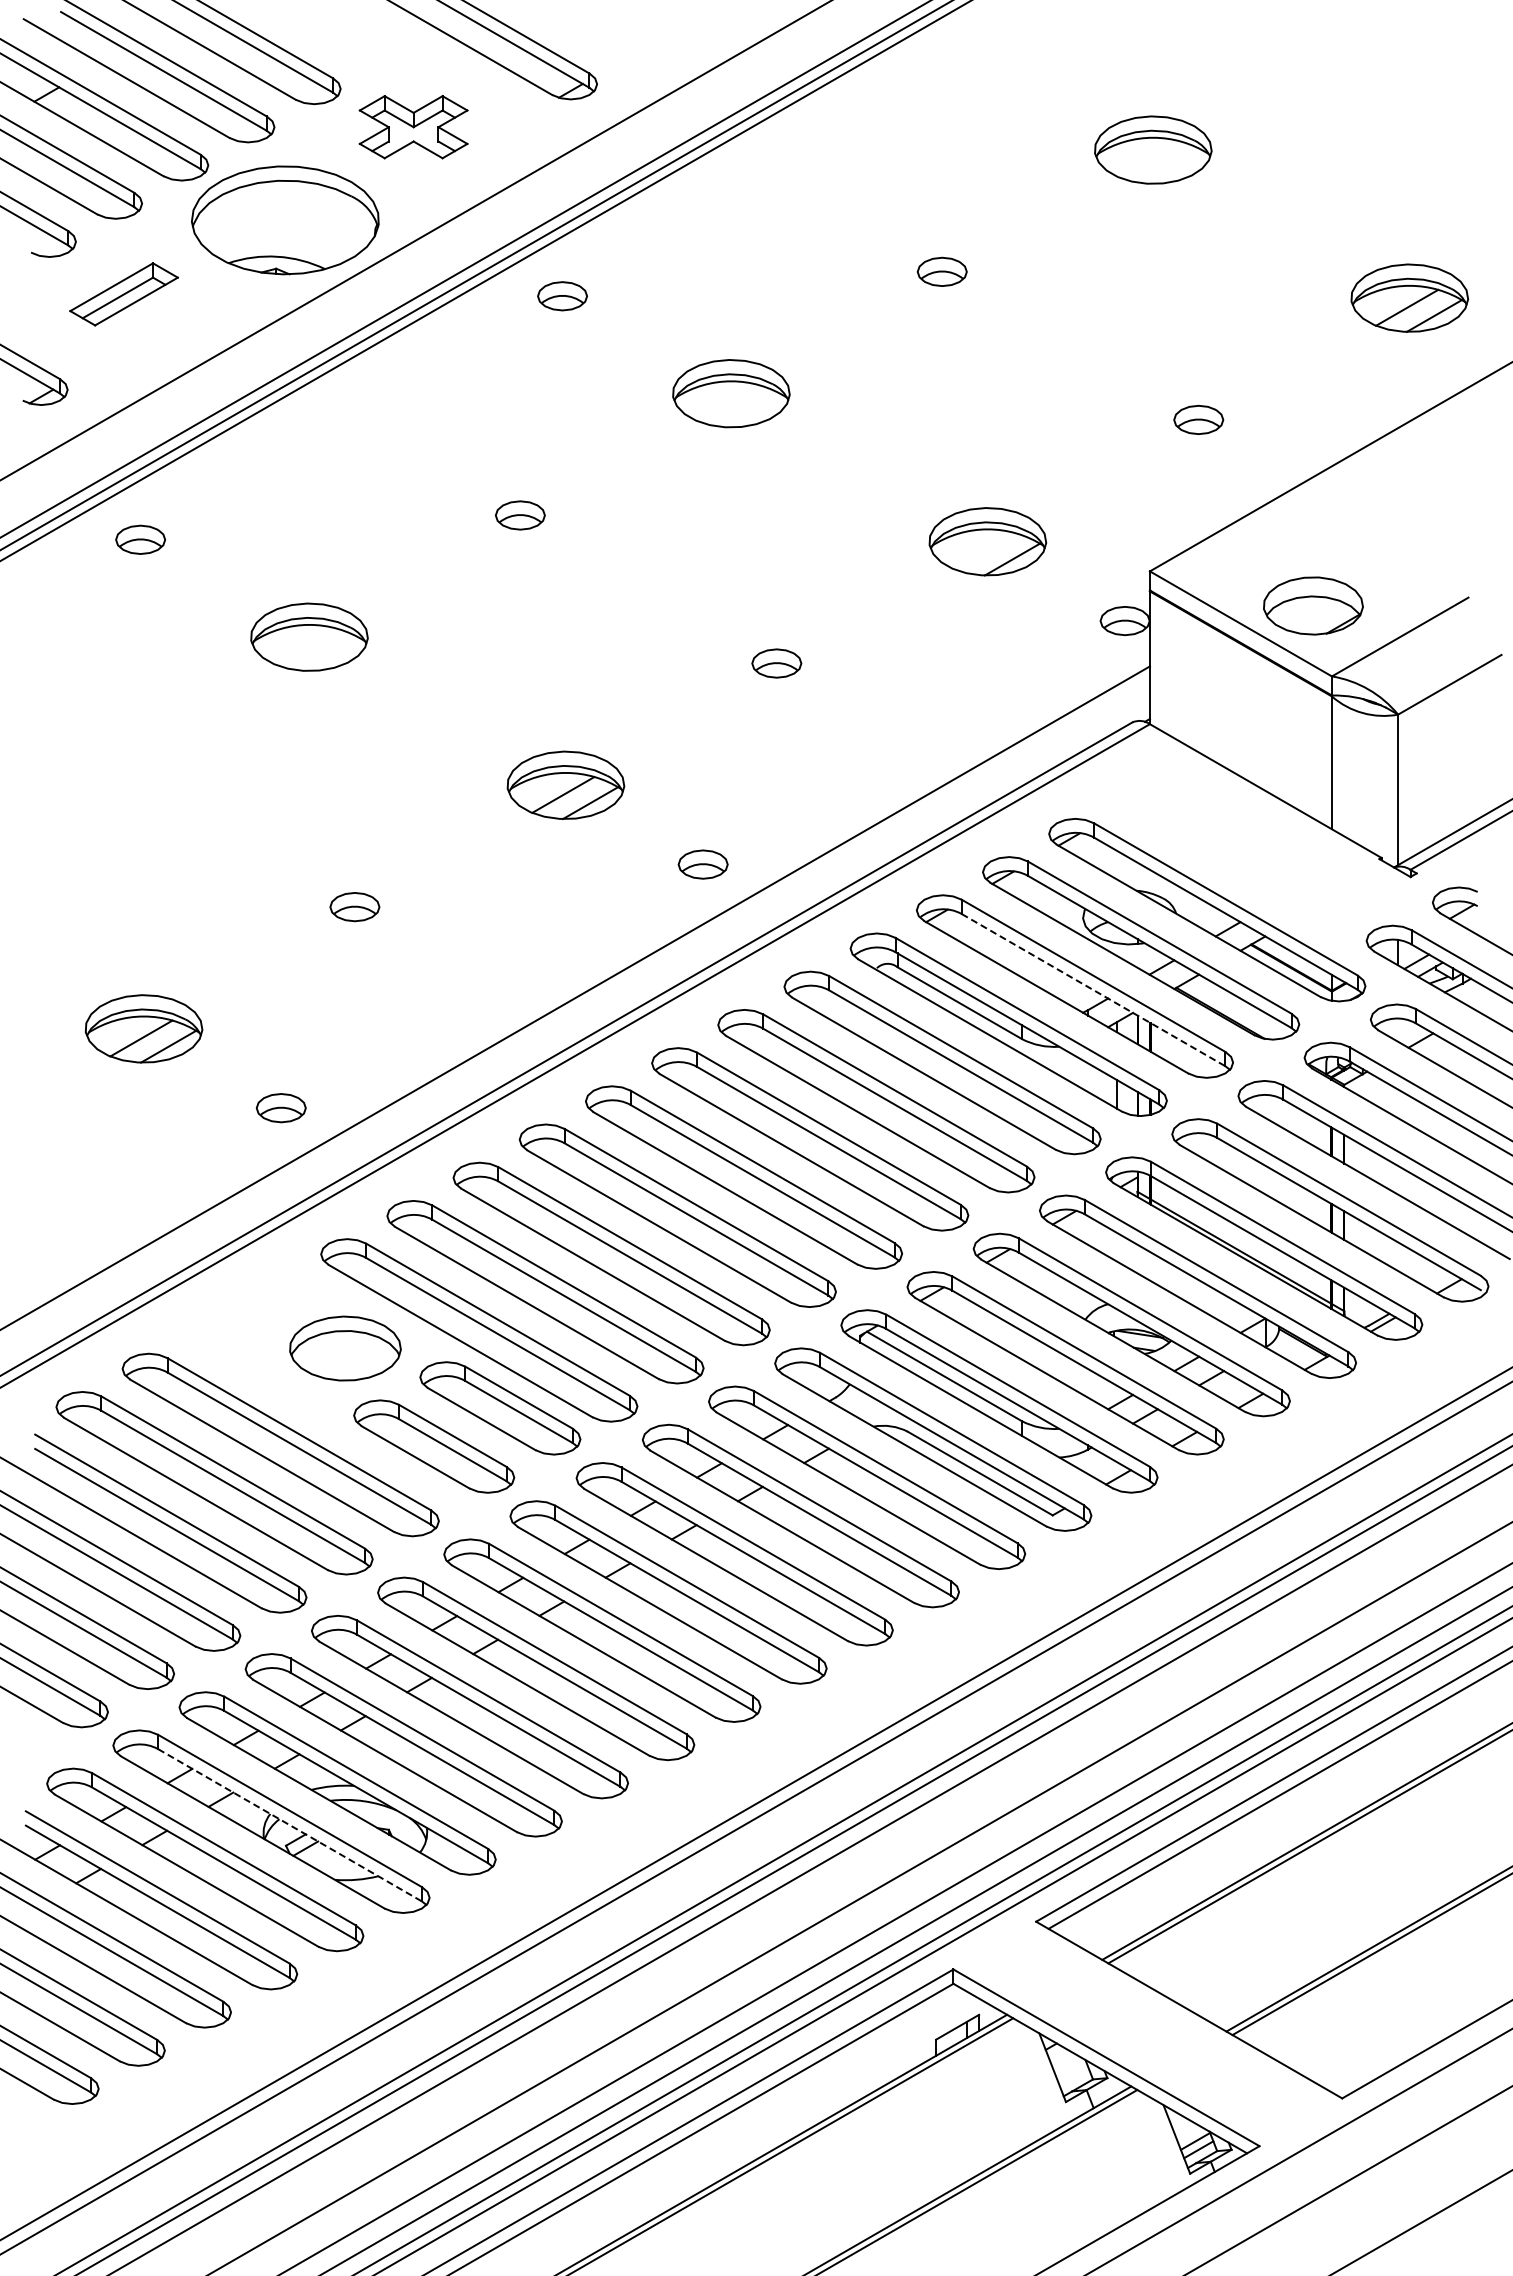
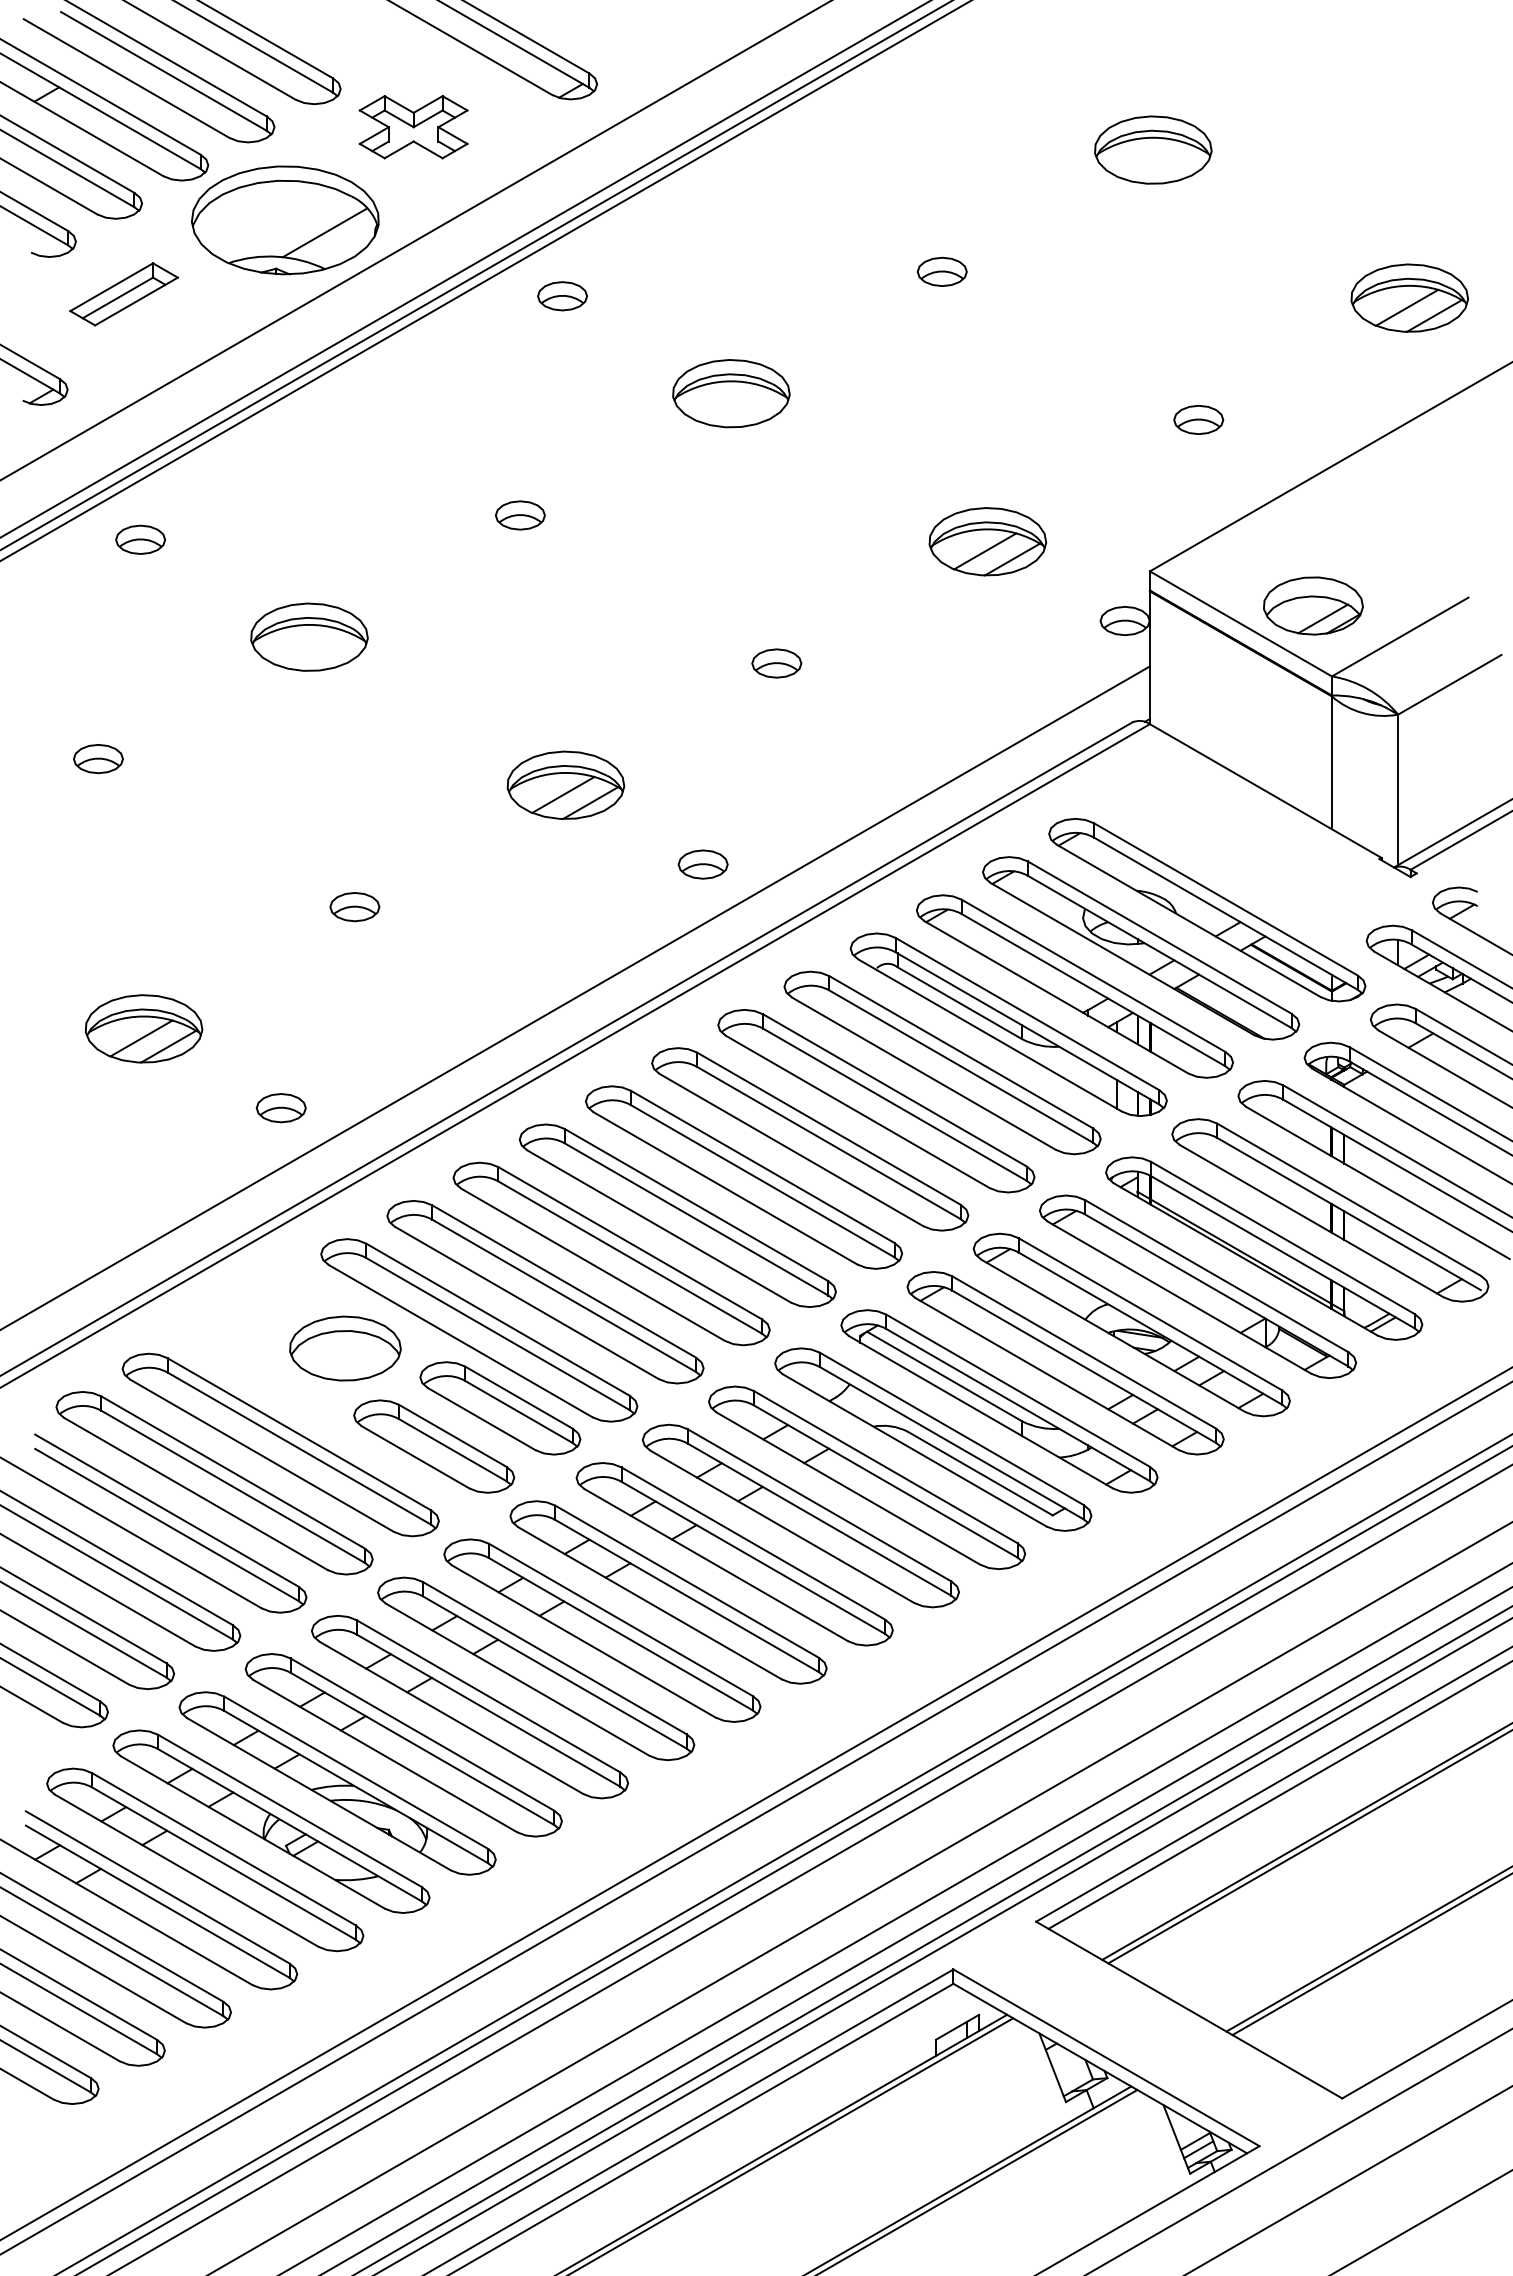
line at (324, 232): none -> present
line at (985, 551): none -> present
line at (1323, 618): none -> present
part at (98, 759): none -> present
line at (1094, 990): dashed -> solid
line at (290, 1825): dashed -> solid
